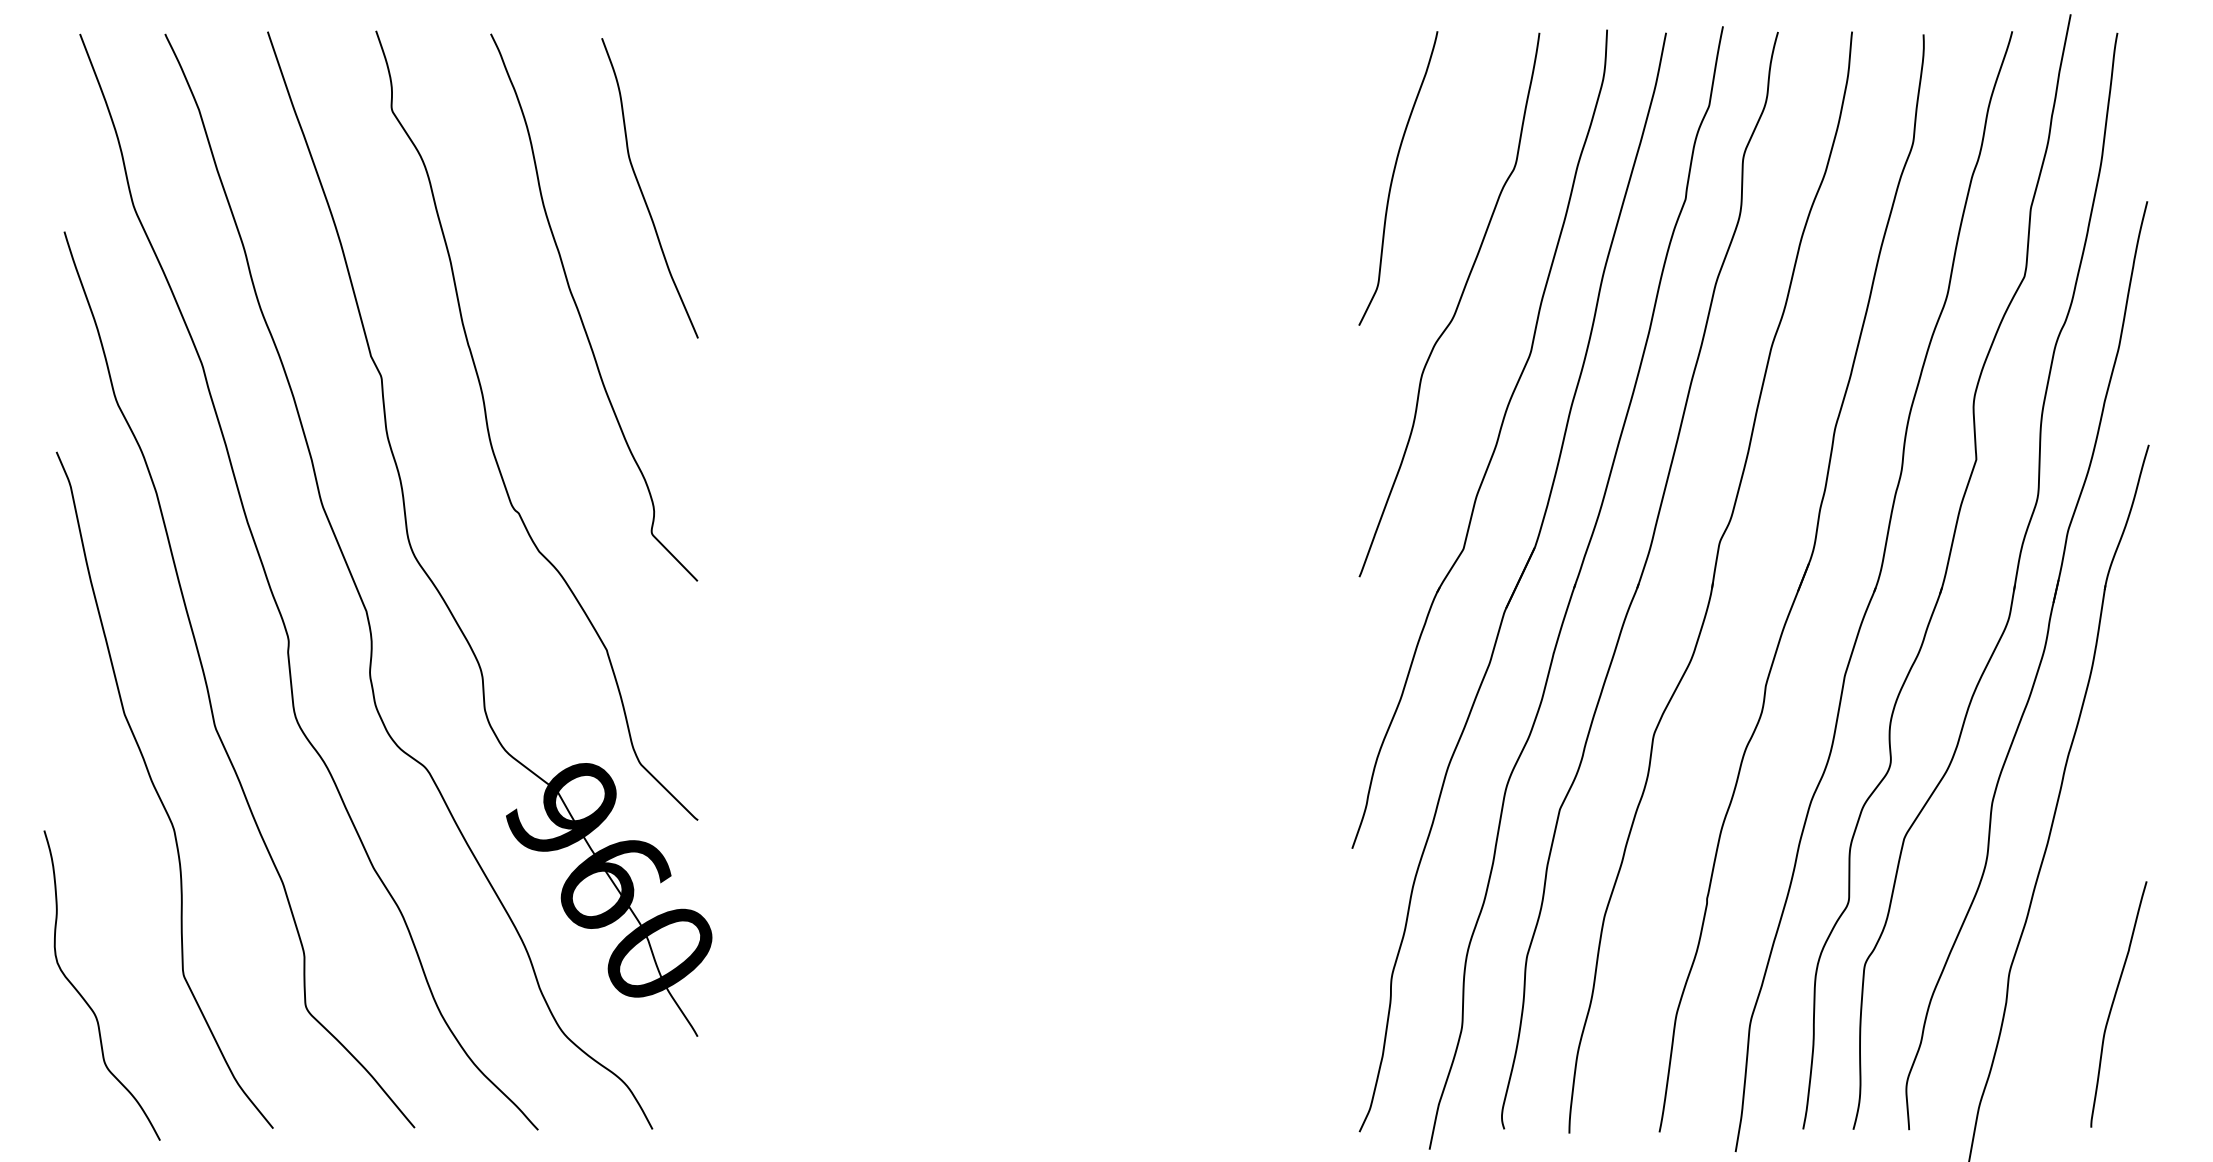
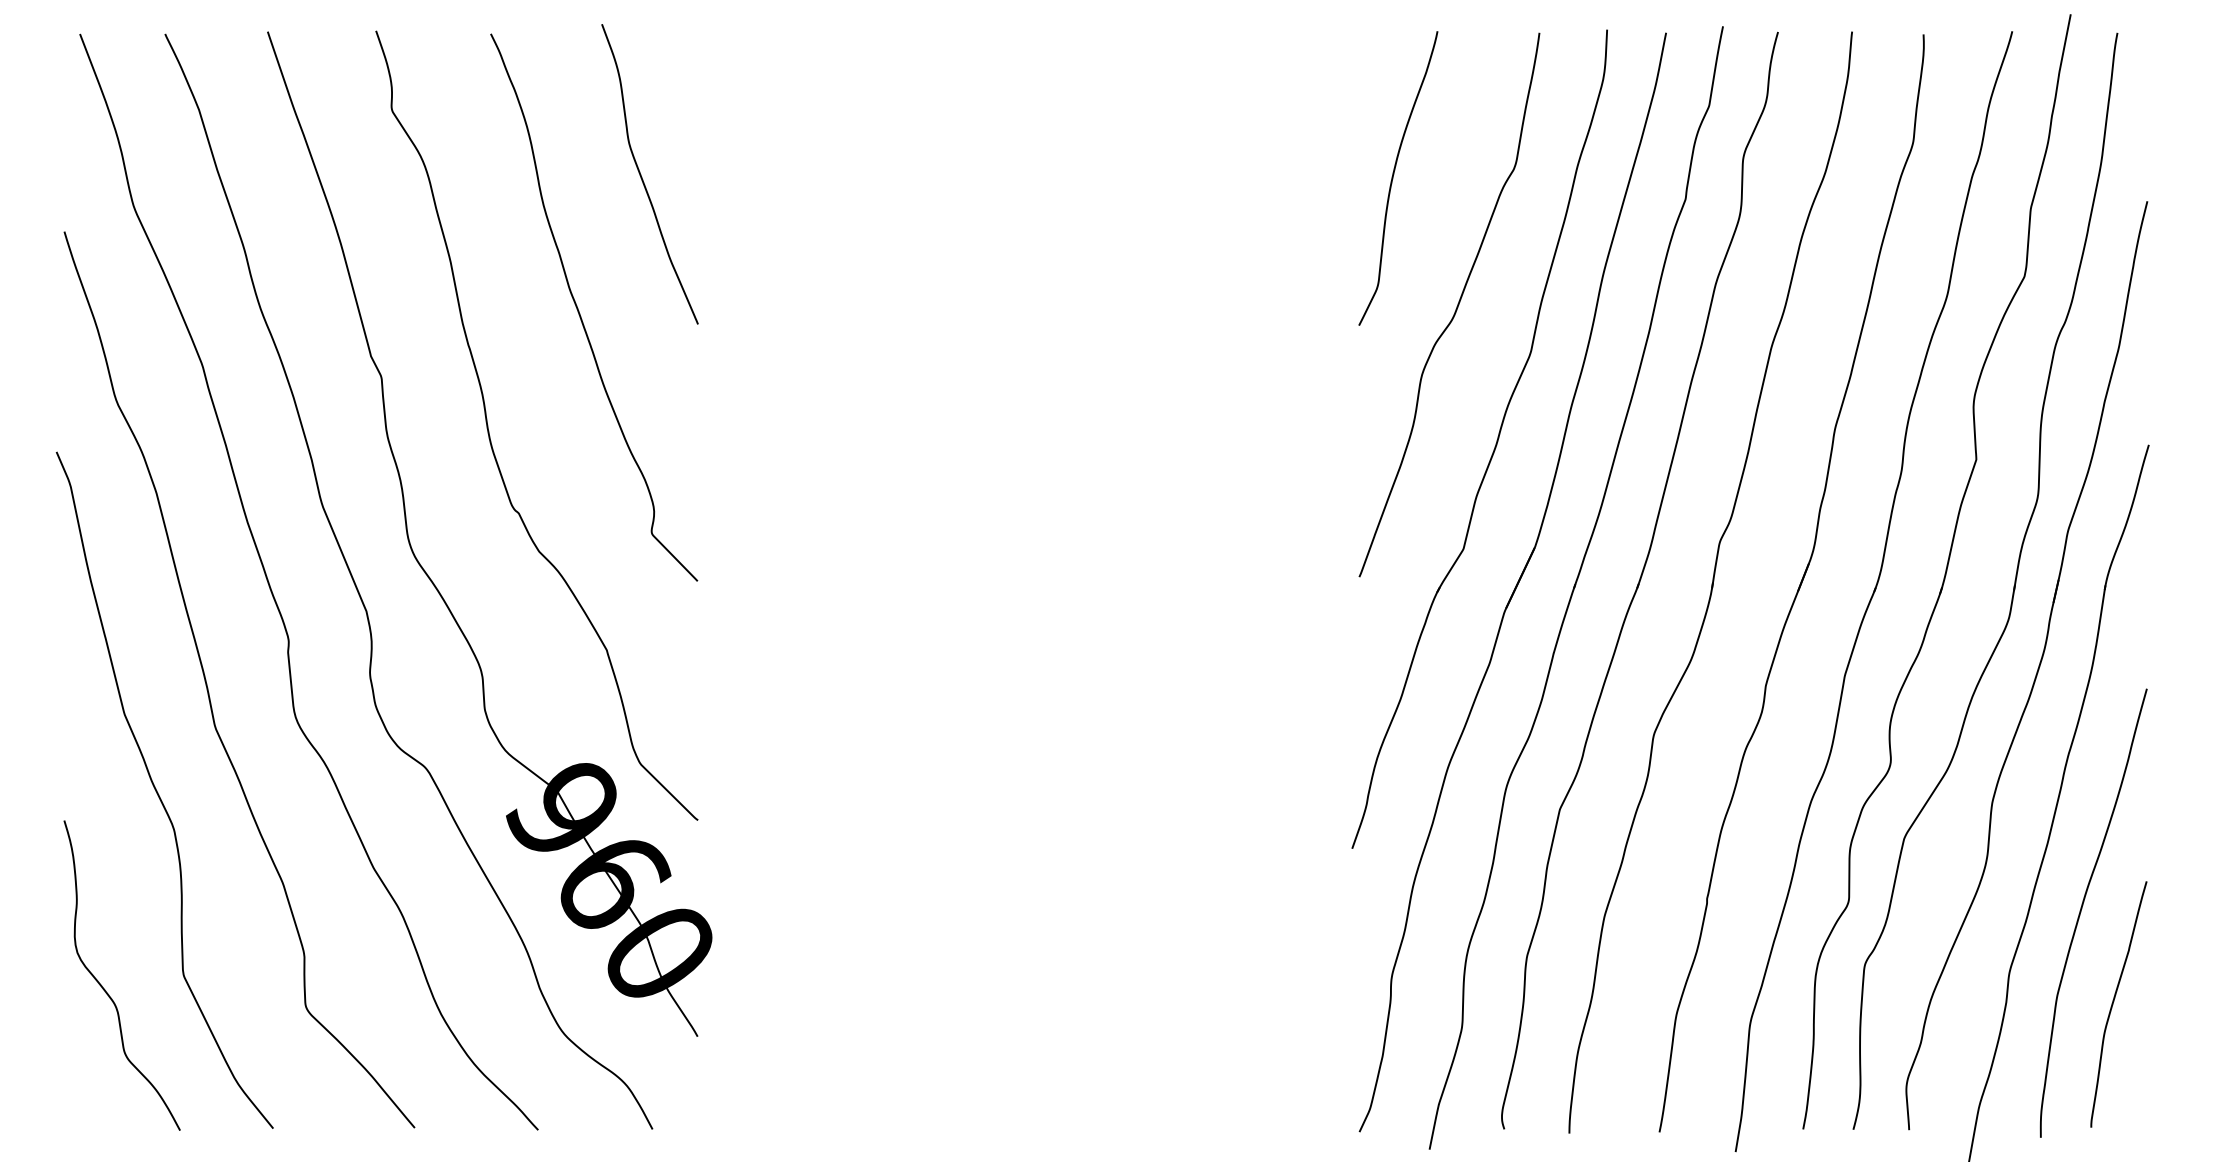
curve at (642, 191) position: (642, 191) -> (642, 177)
curve at (2082, 908): none -> present
curve at (85, 999) position: (85, 999) -> (105, 989)
